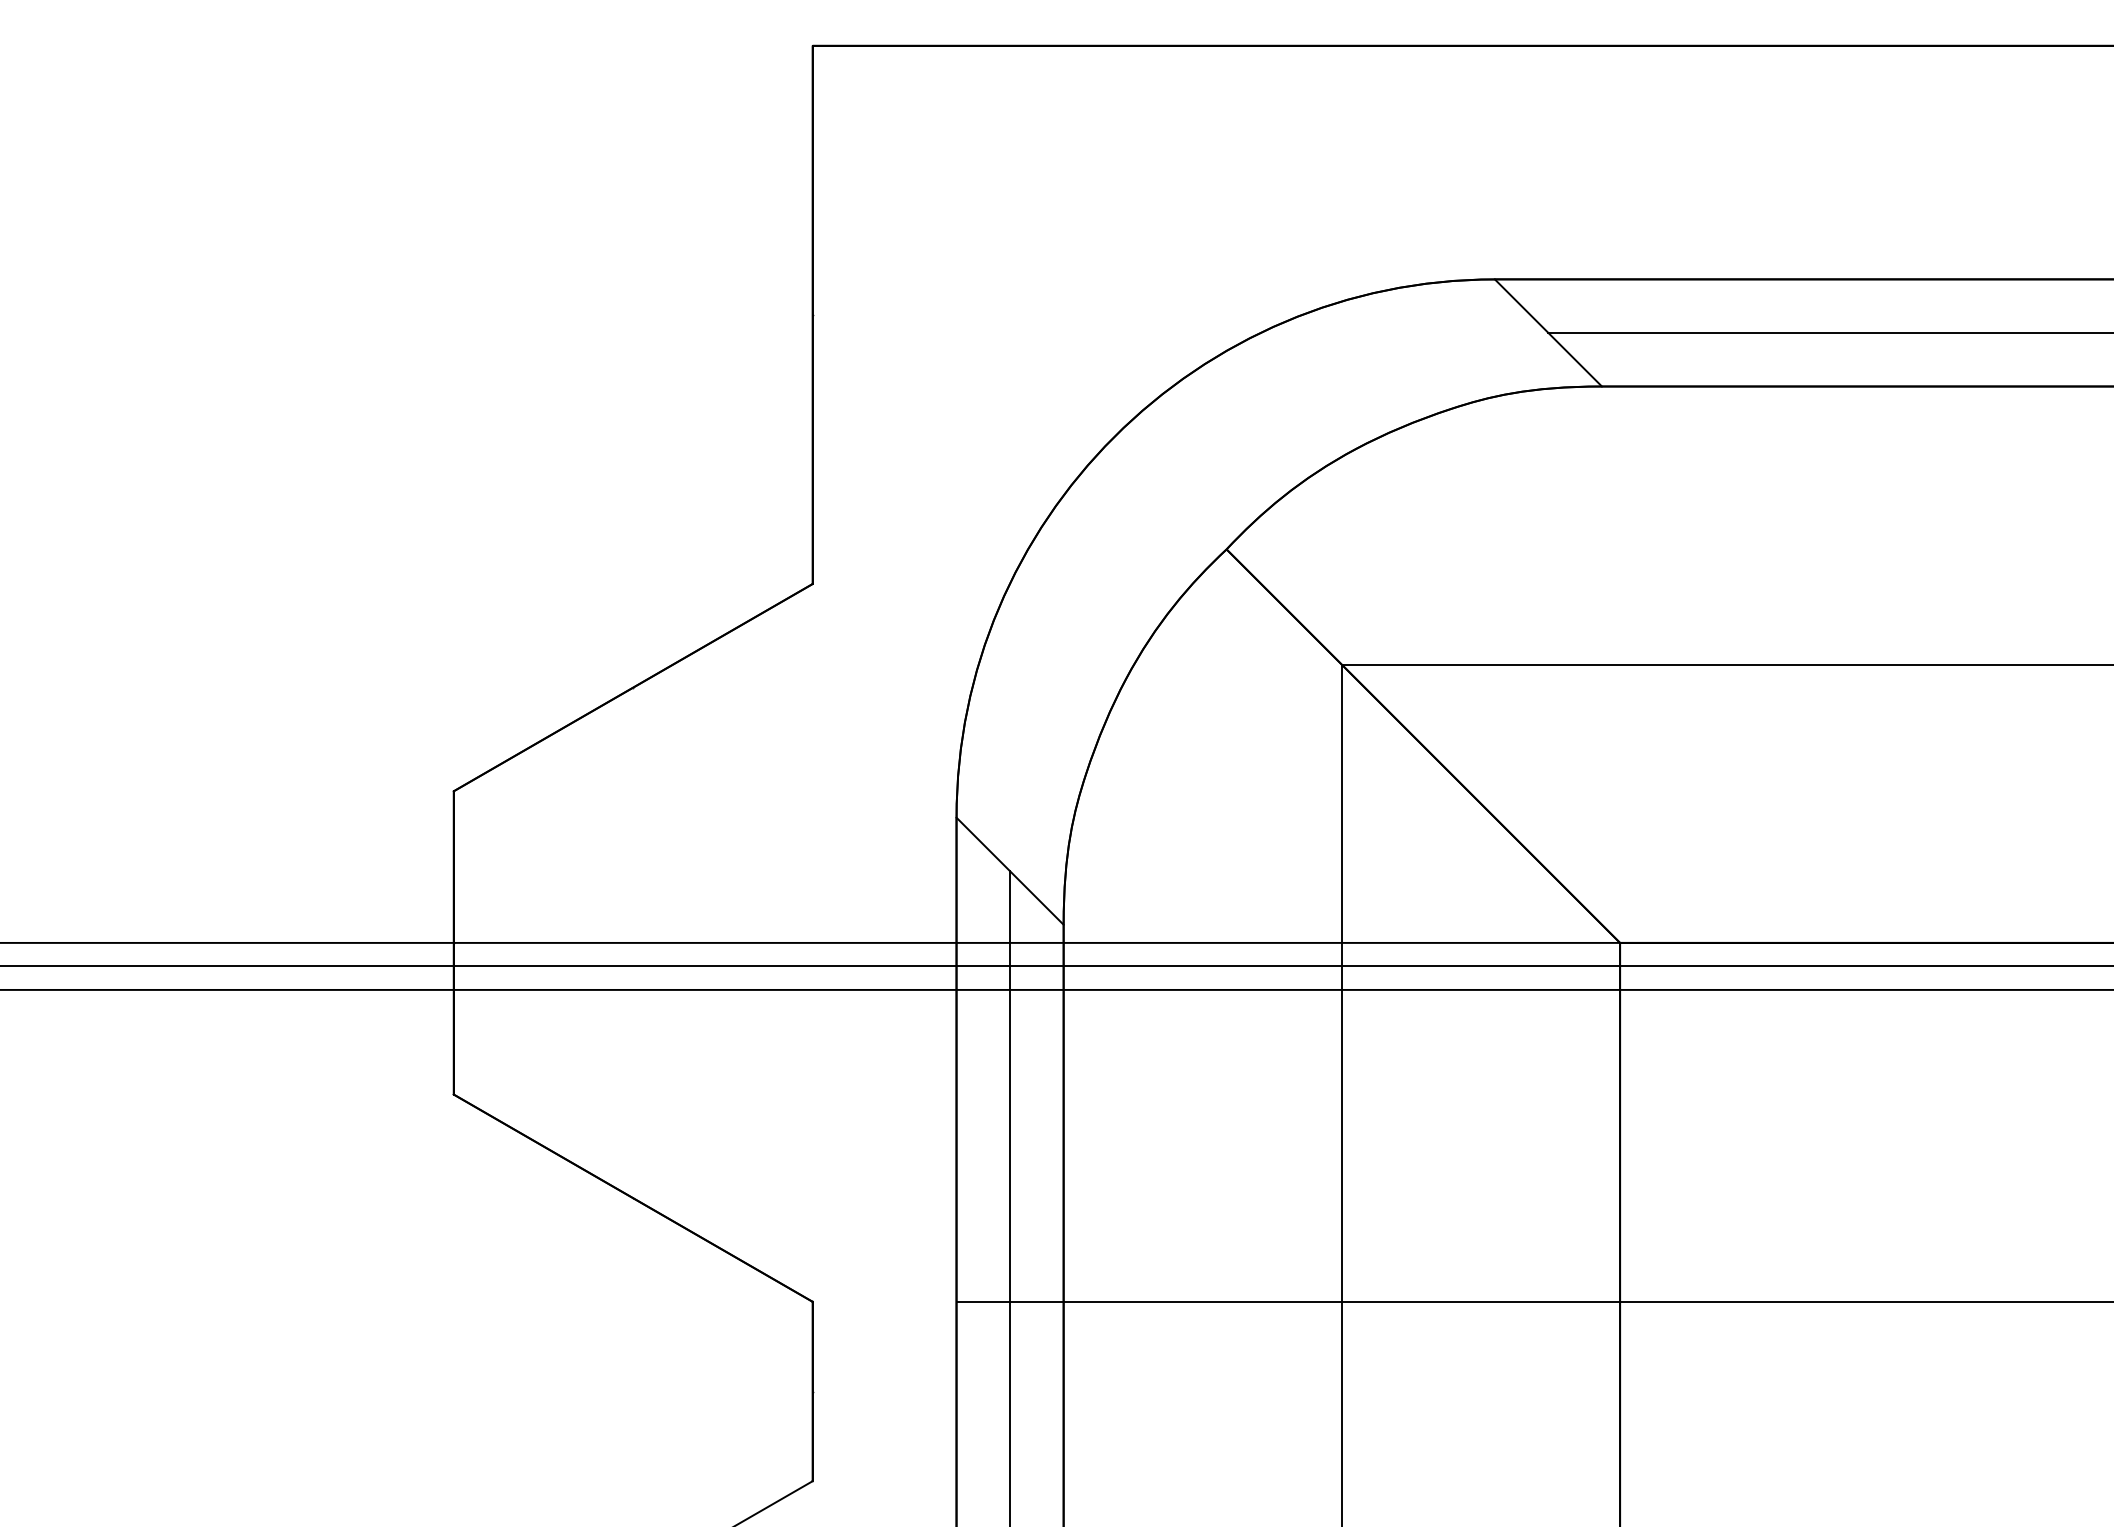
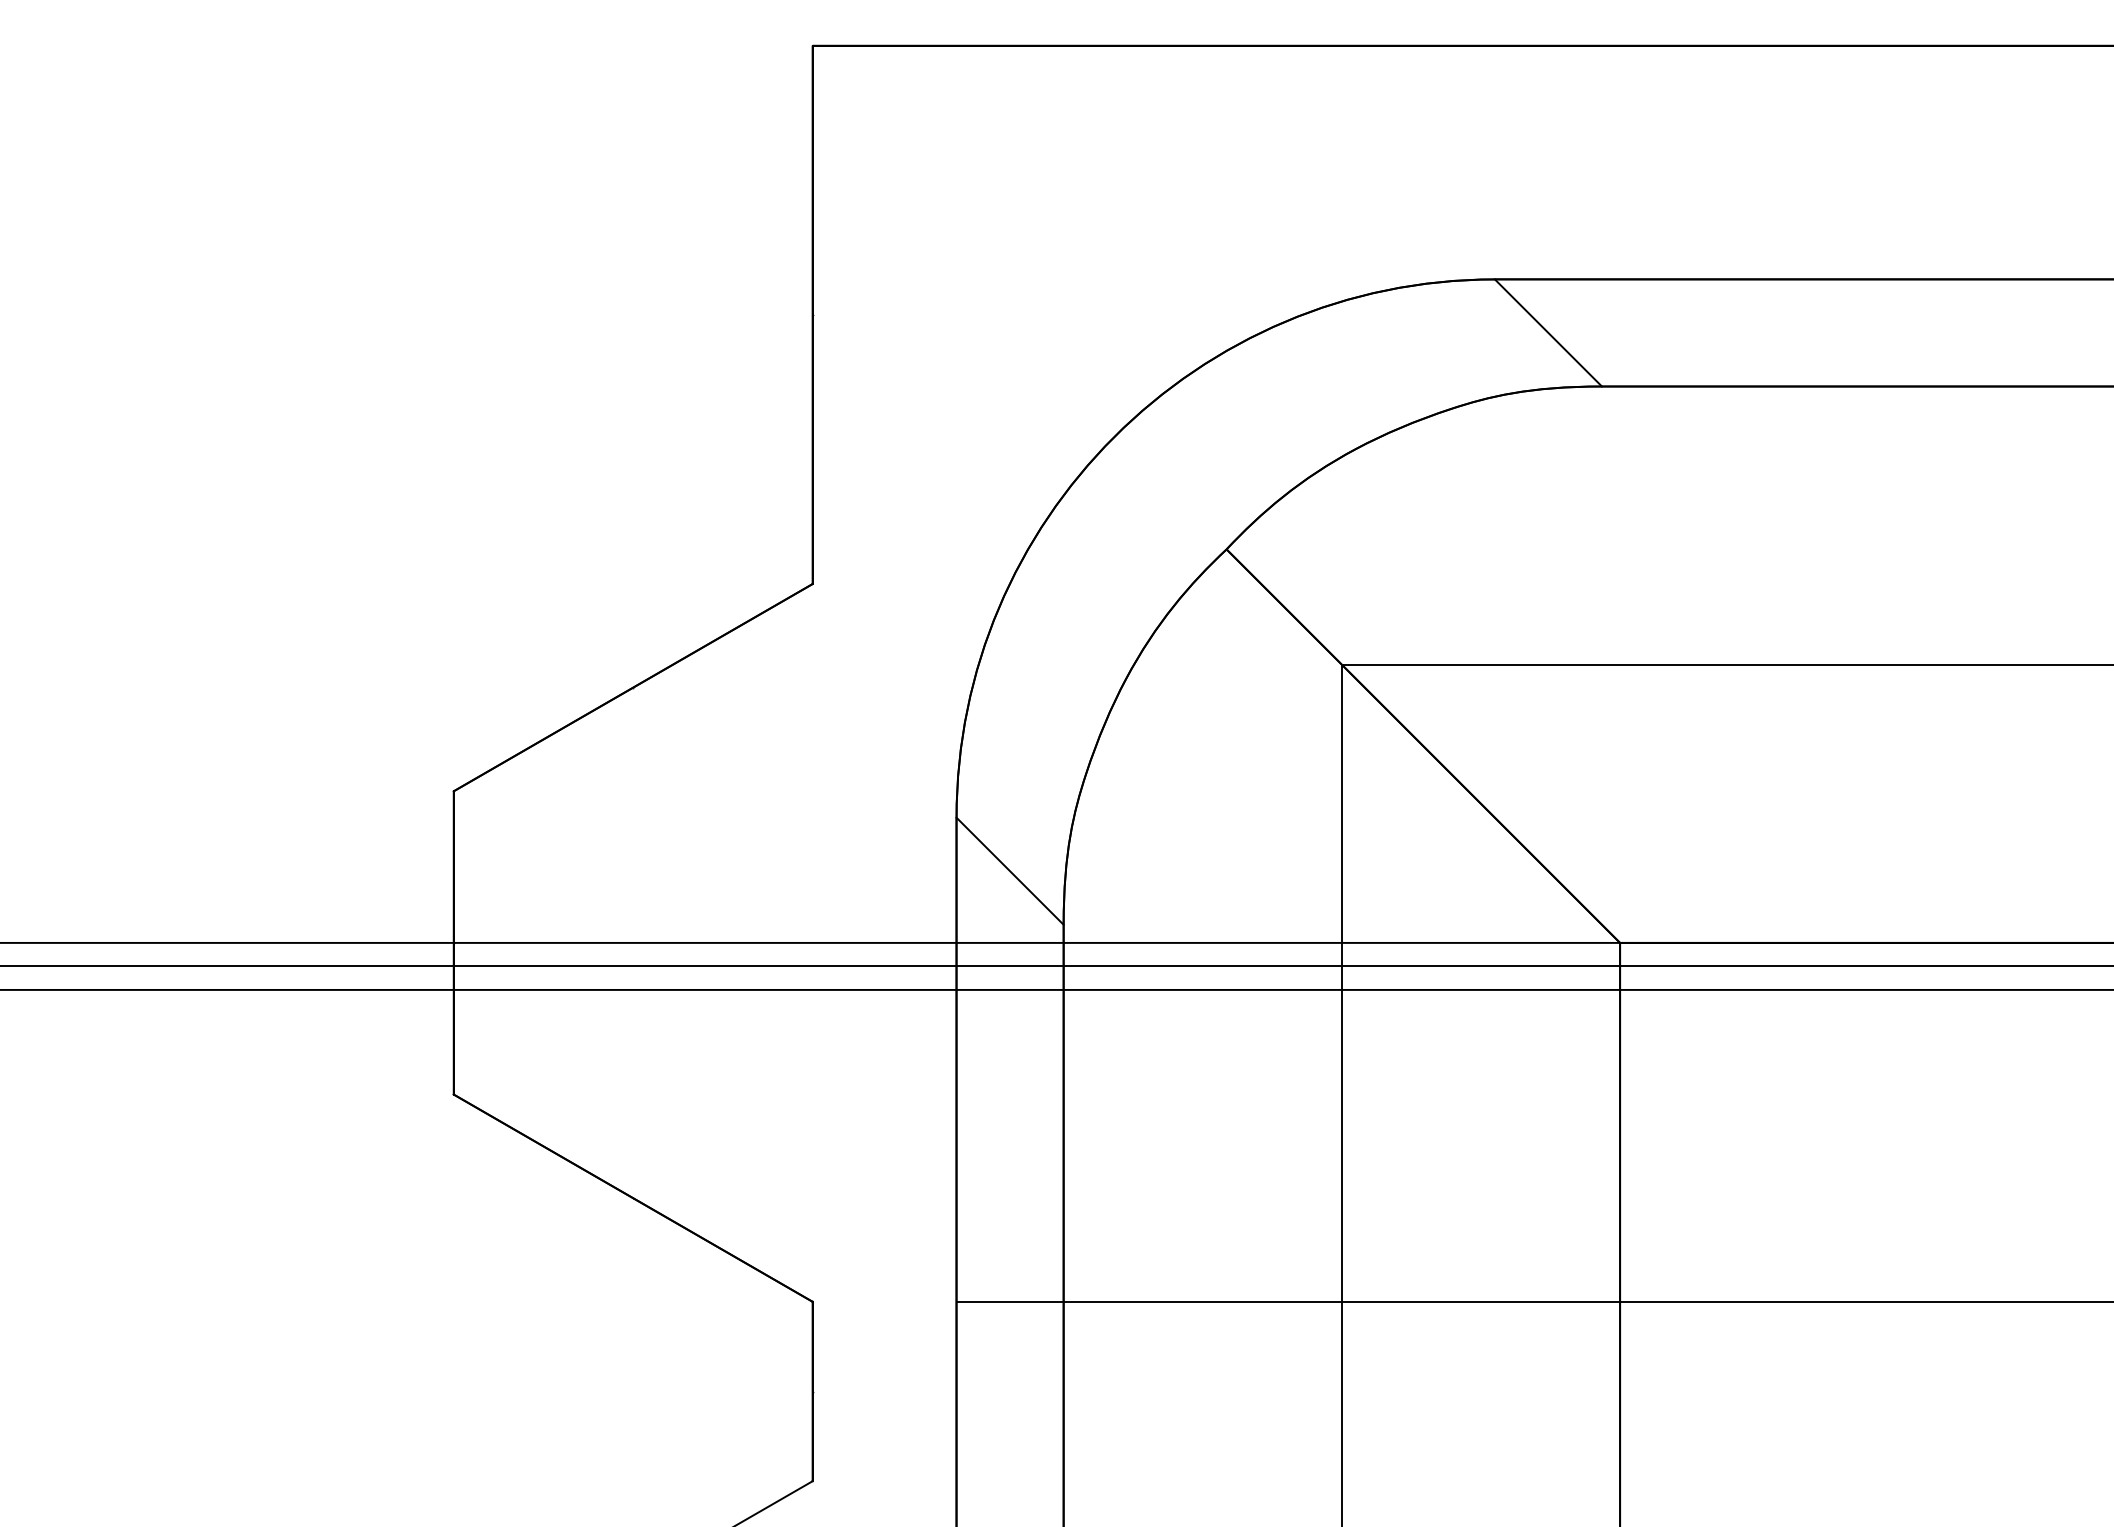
line at (1829, 332): present -> none
line at (1010, 1197): present -> none
